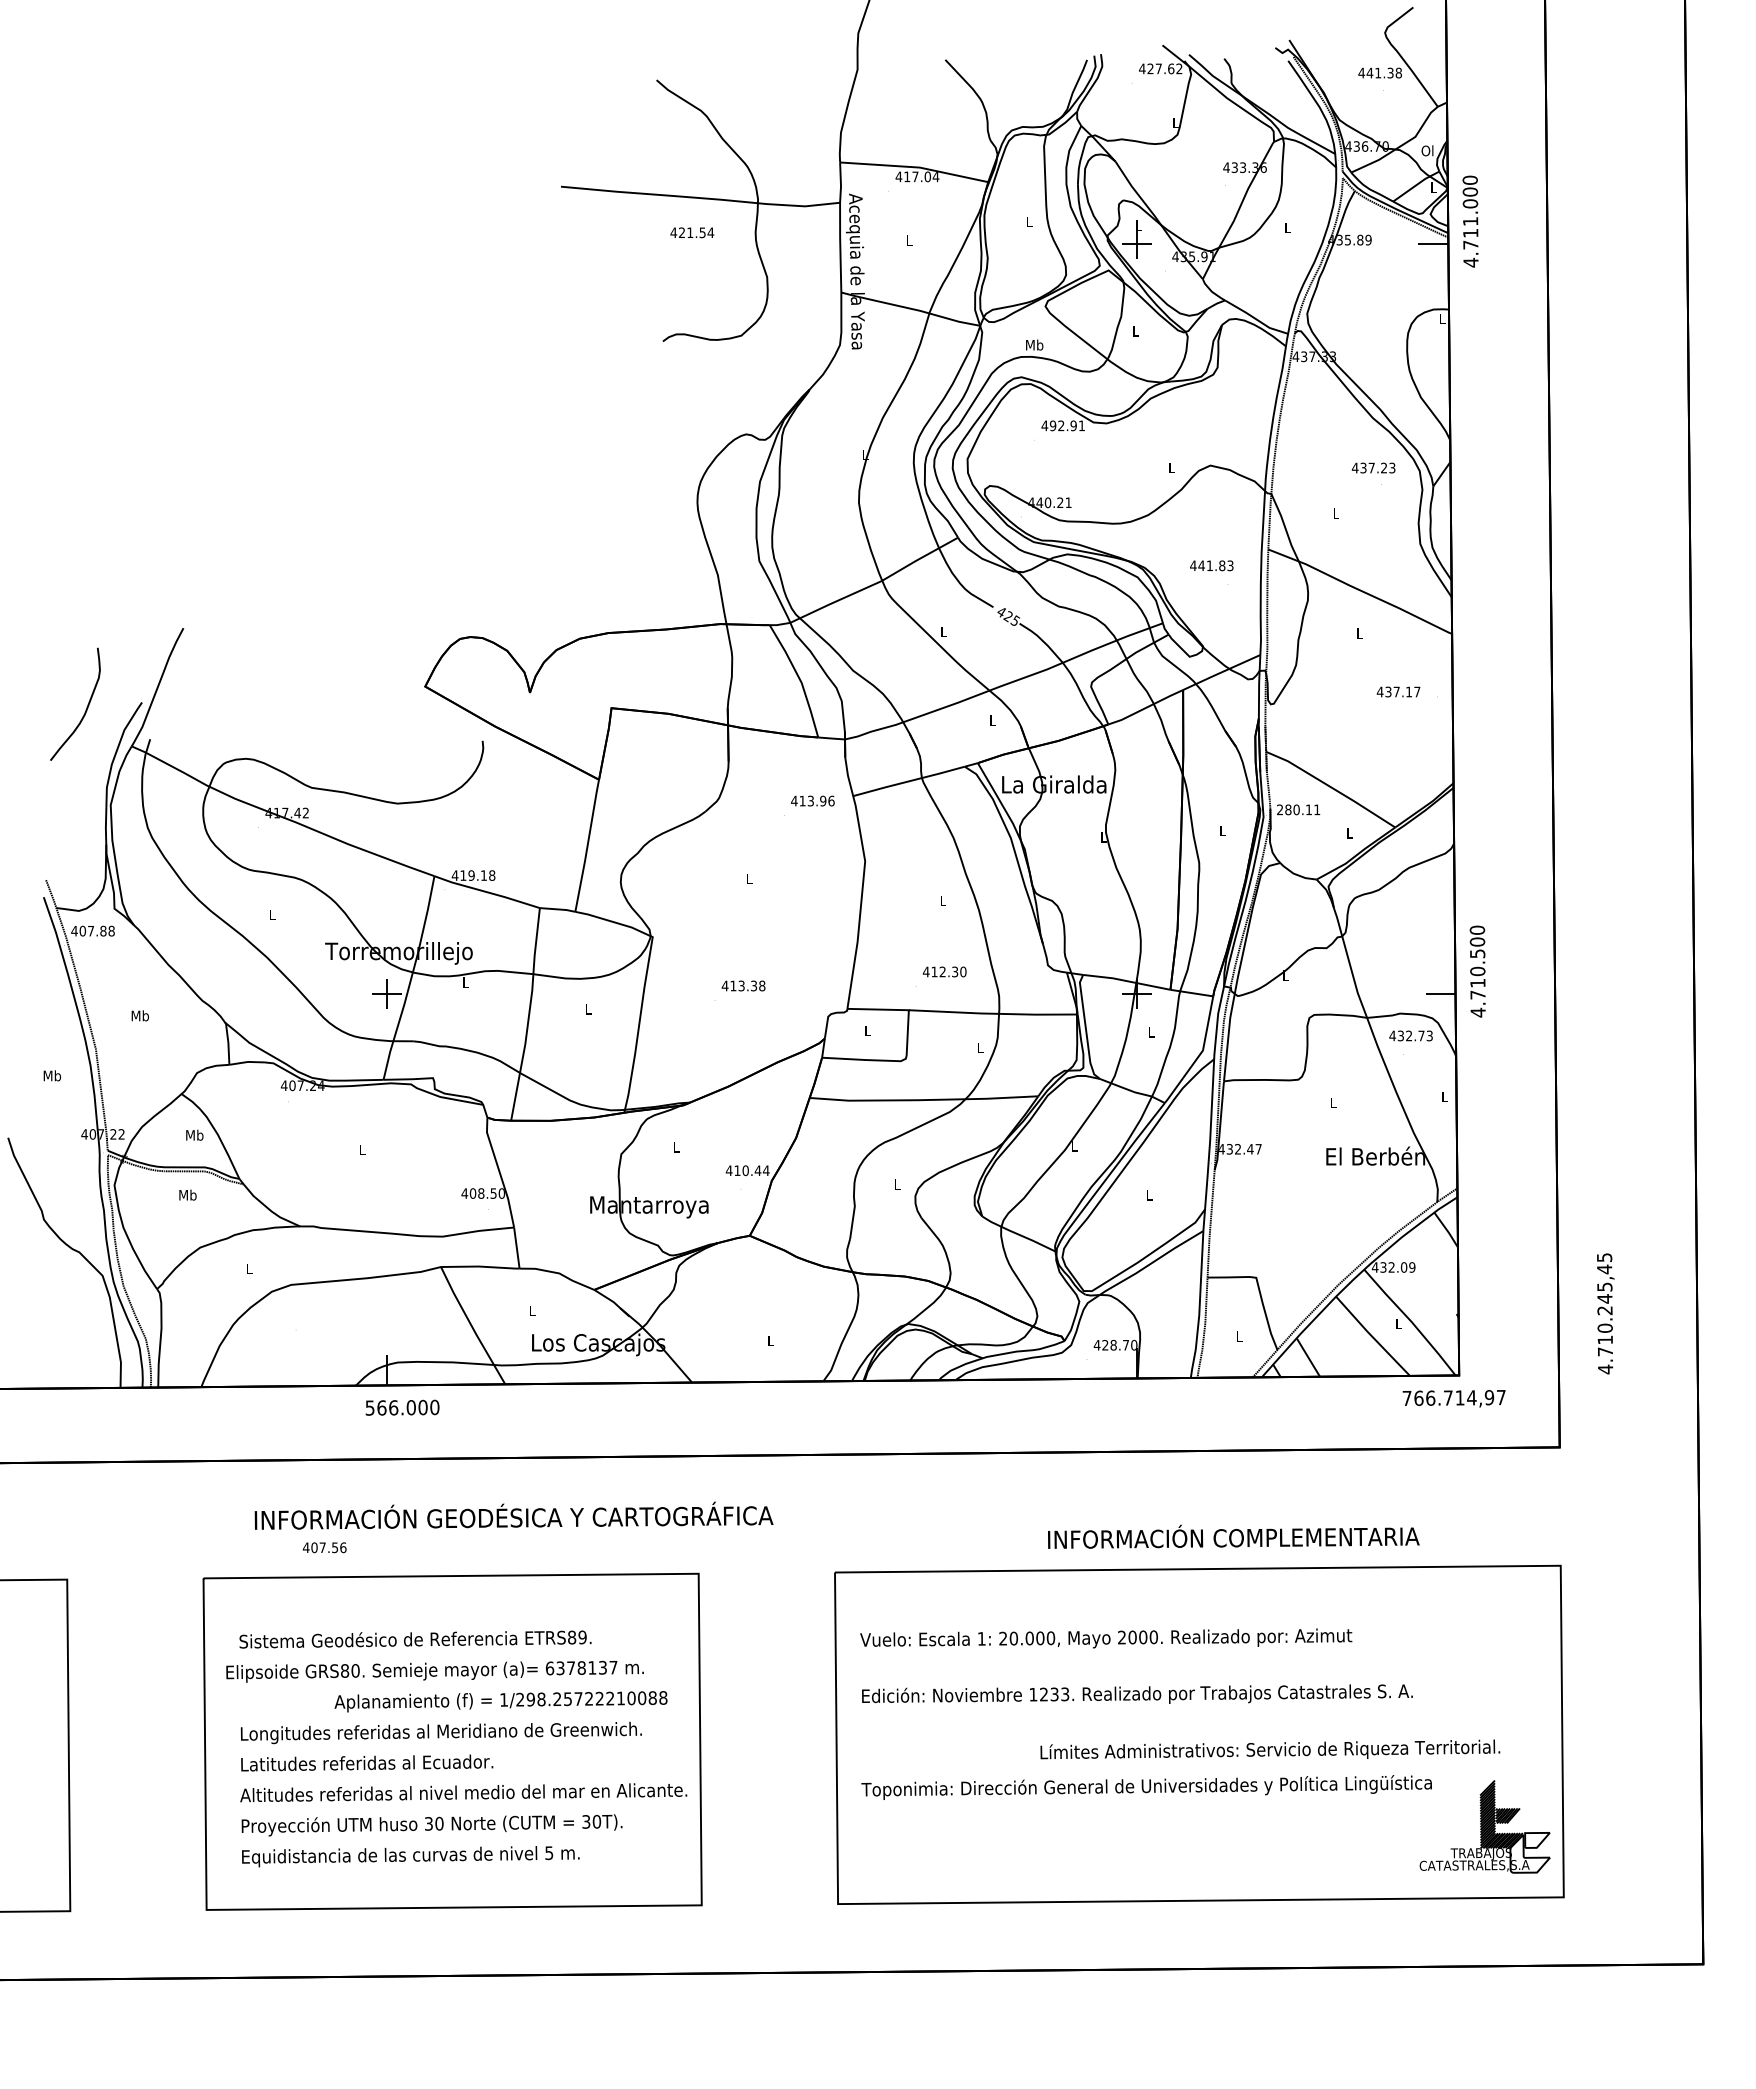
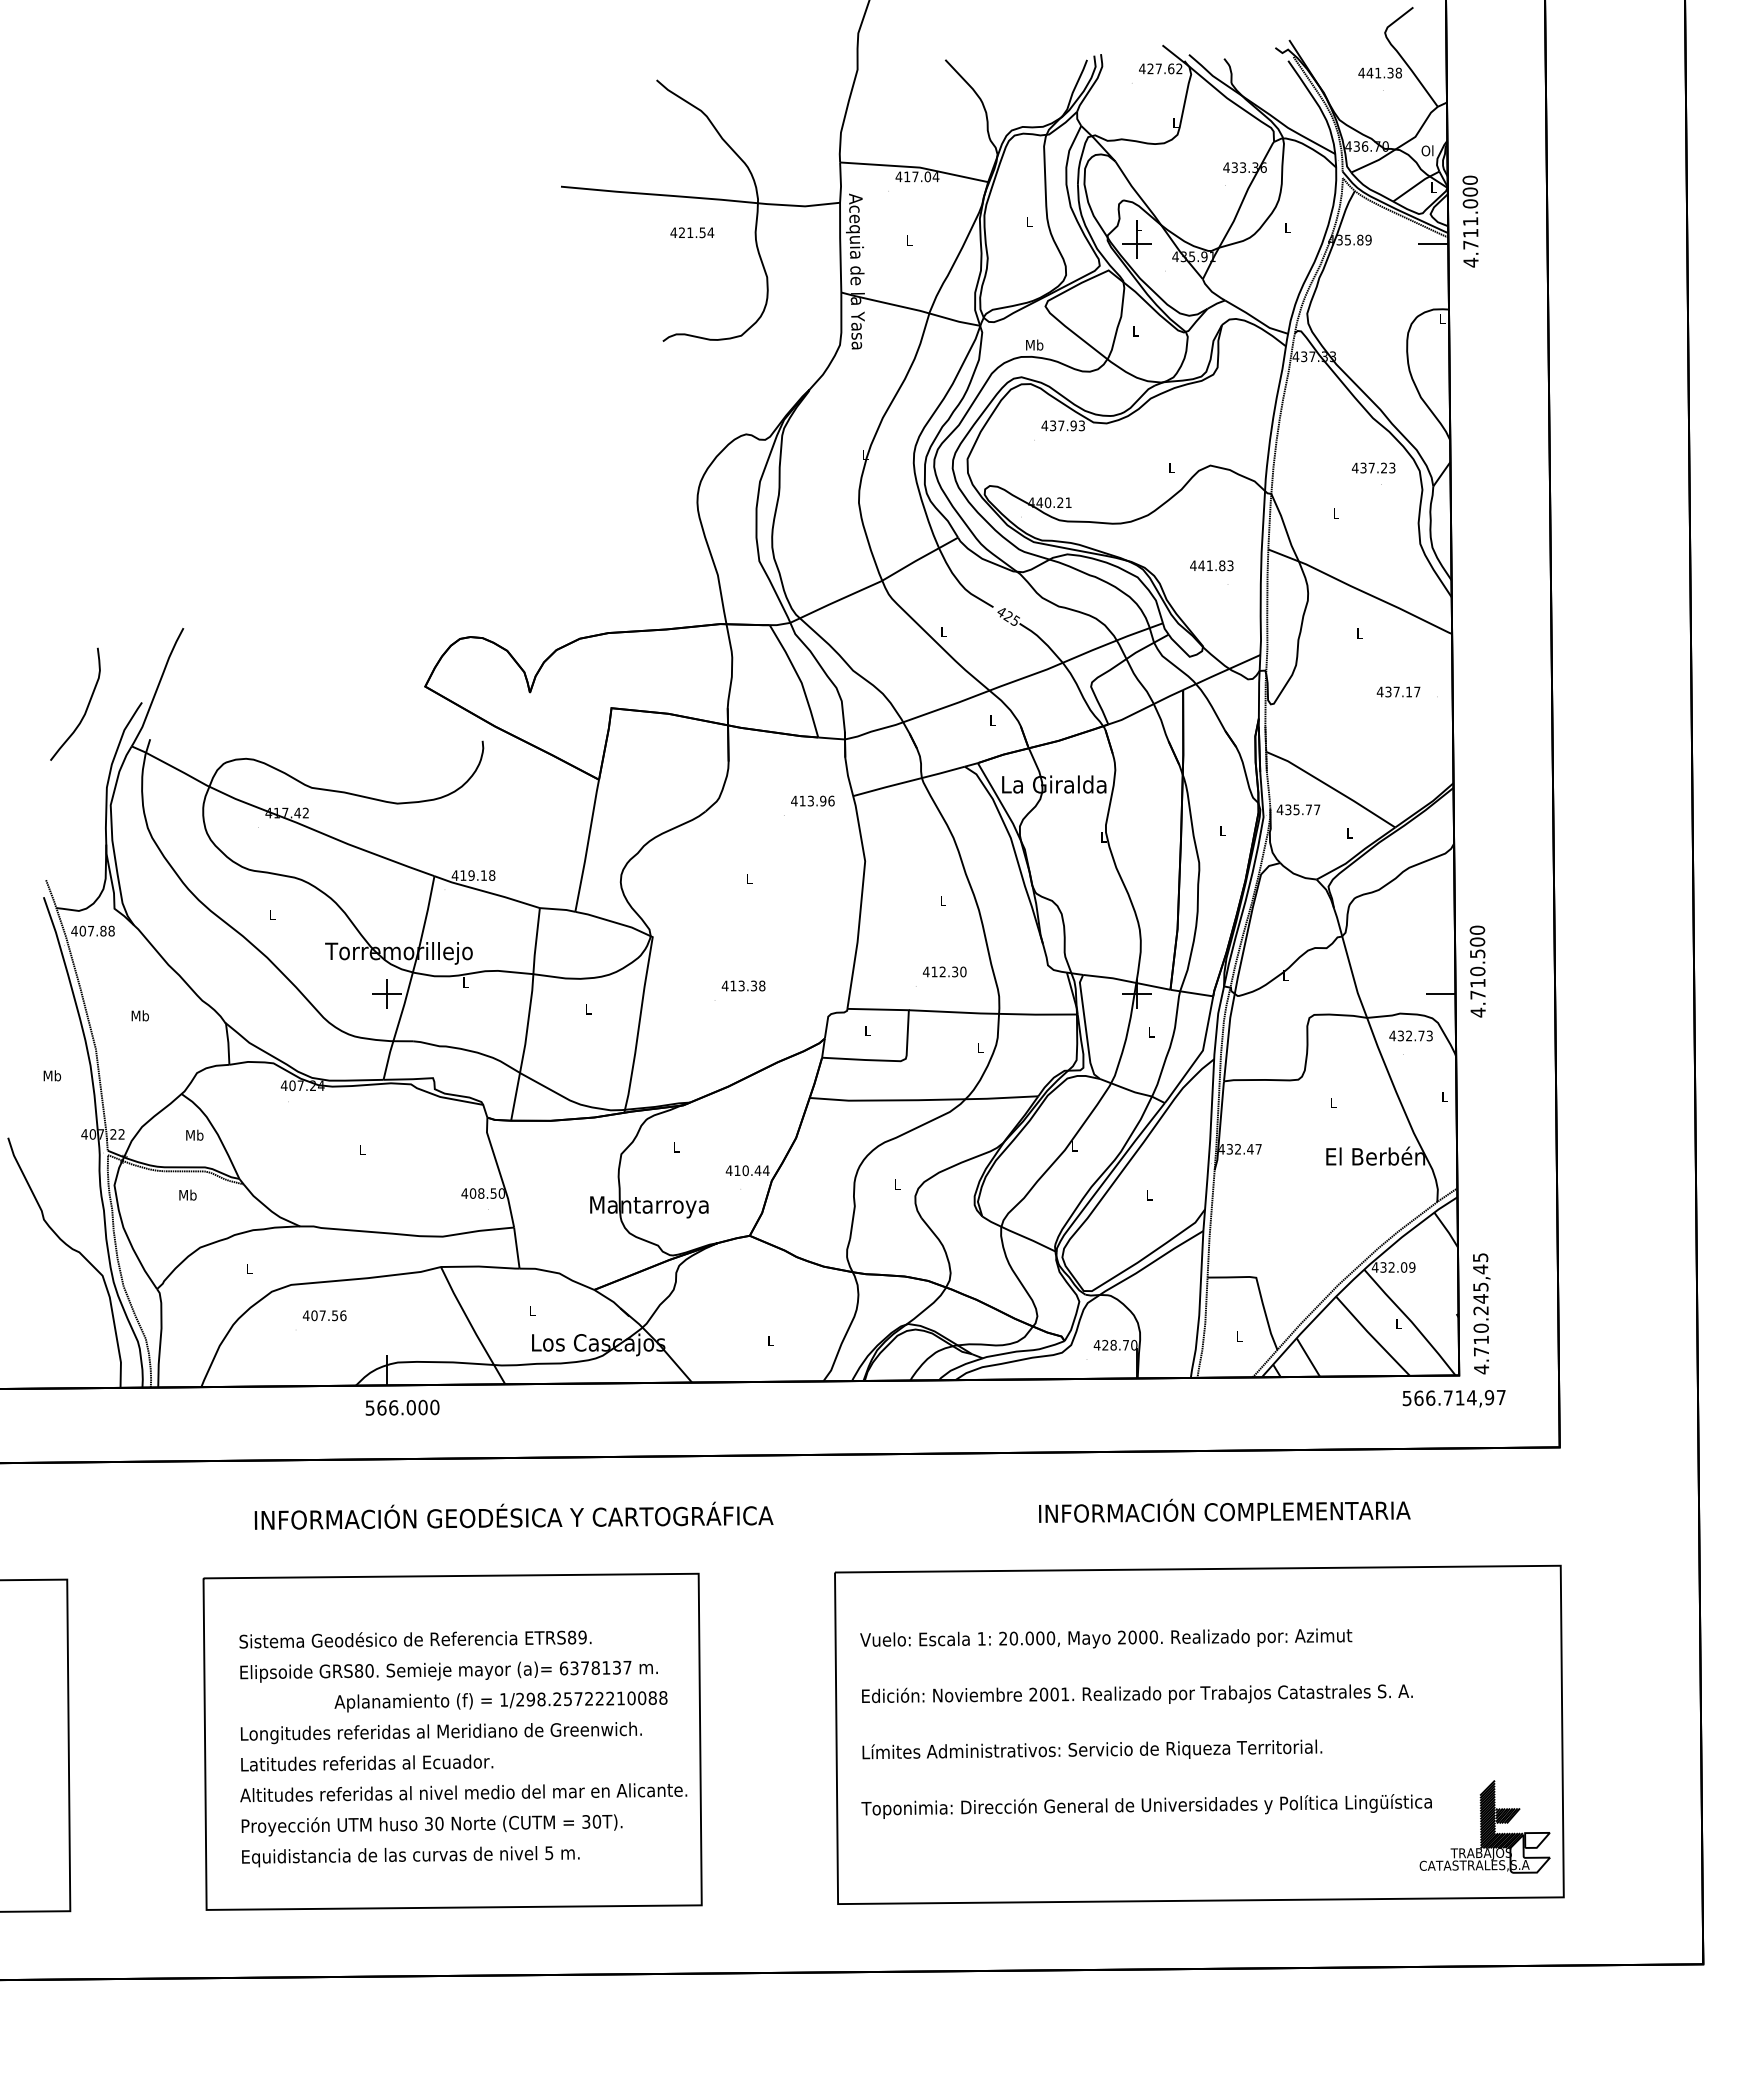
text at (1066, 425): 492.91 -> 437.93
text at (1298, 809): 280.11 -> 435.77
text at (1605, 1313) position: (1605, 1313) -> (1481, 1313)
text at (1406, 1398): 766.714,97 -> 566.714,97
text at (1233, 1536) position: (1233, 1536) -> (1224, 1510)
text at (324, 1547) position: (324, 1547) -> (324, 1315)
text at (434, 1671) position: (434, 1671) -> (448, 1671)
text at (1049, 1694): 1233. -> 2001.
text at (1270, 1749) position: (1270, 1749) -> (1092, 1749)
text at (1146, 1787) position: (1146, 1787) -> (1146, 1806)
